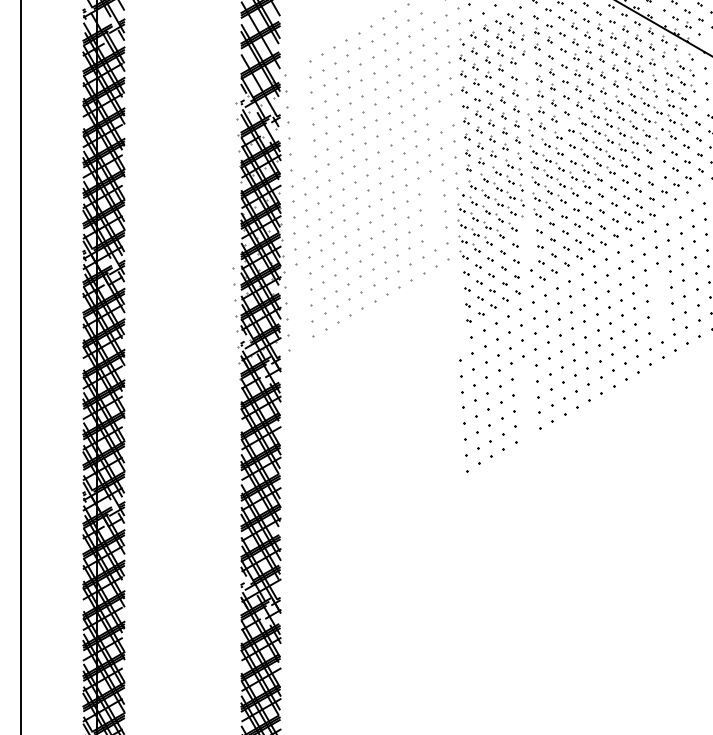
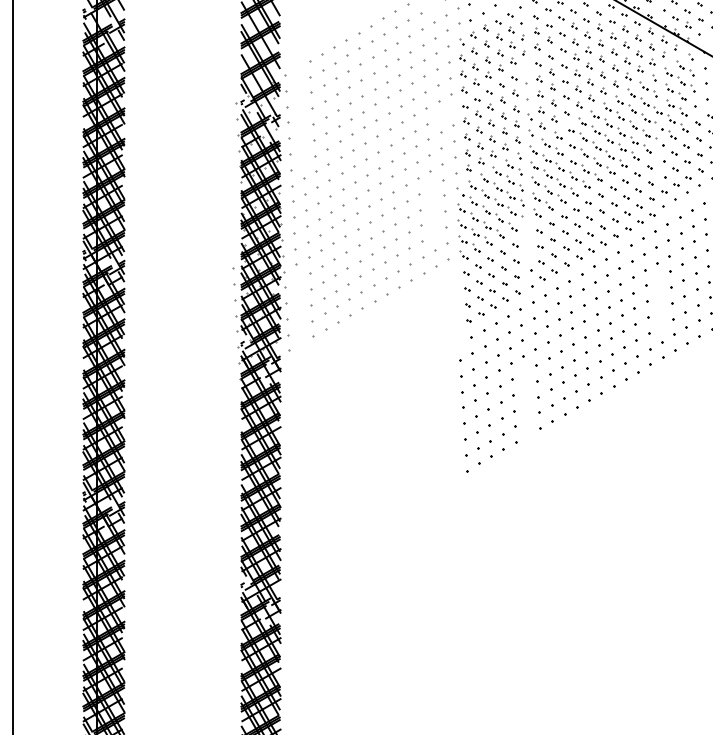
line at (21, 366) position: (21, 366) -> (13, 366)
